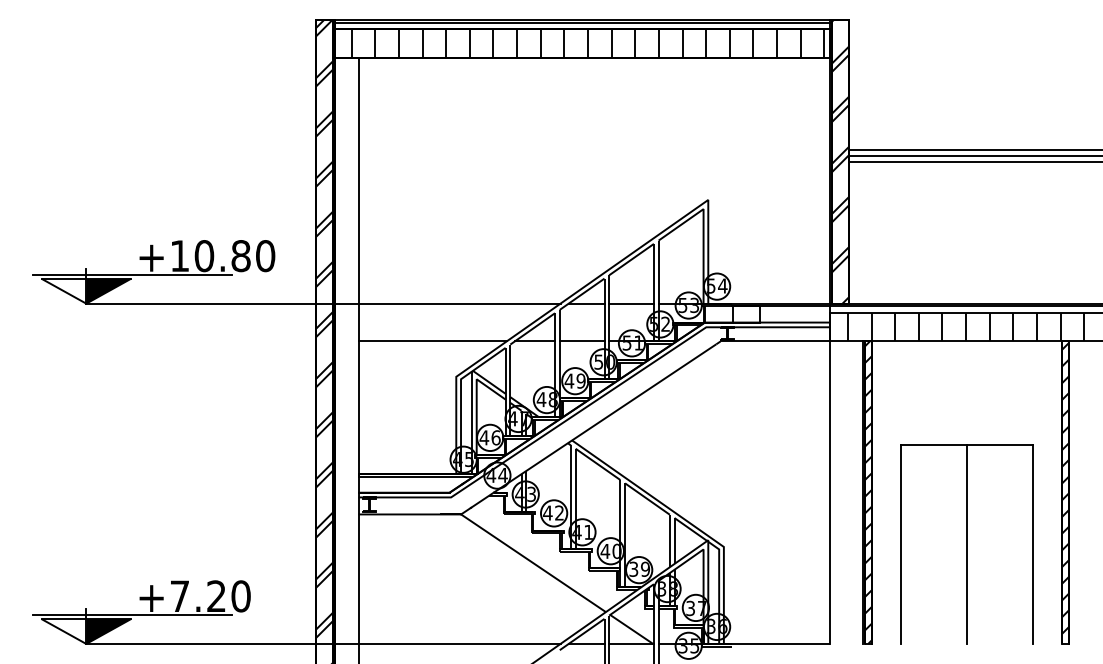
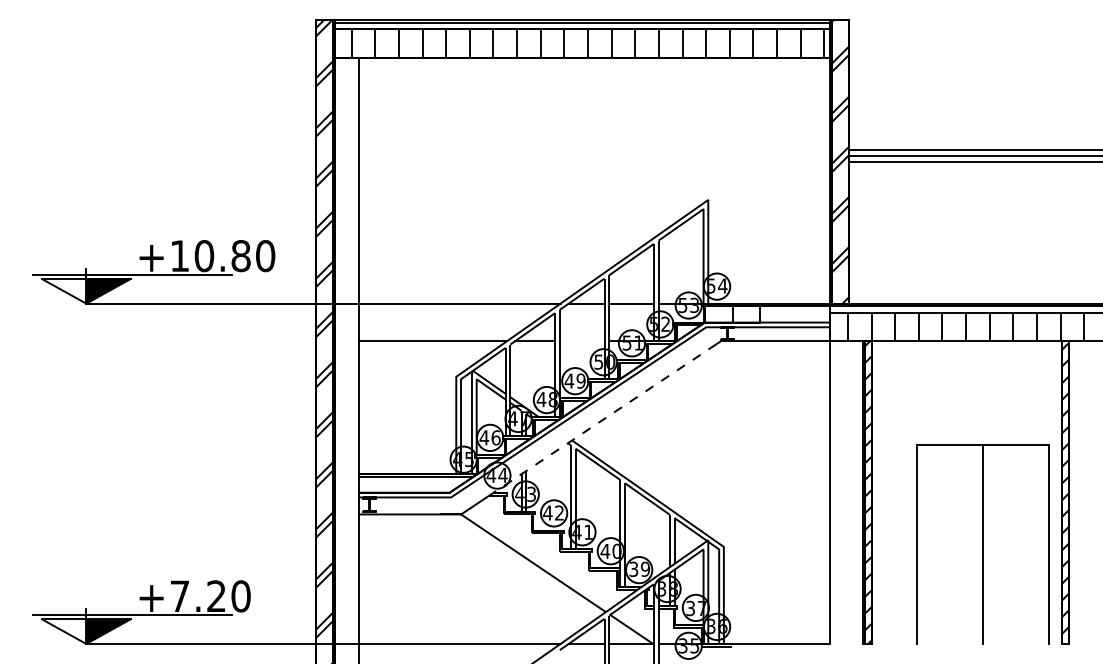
line at (581, 341): present -> none
line at (606, 417): solid -> dashed
part at (966, 544) position: (966, 544) -> (982, 544)
